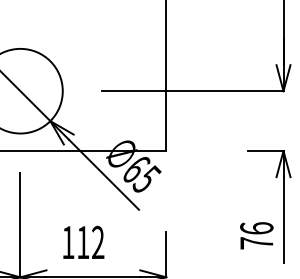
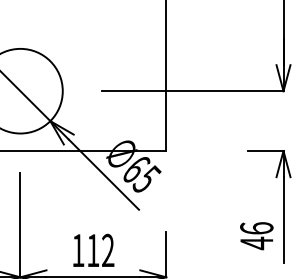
text at (83, 241) position: (83, 241) -> (93, 249)
text at (256, 243): 76 -> 46
